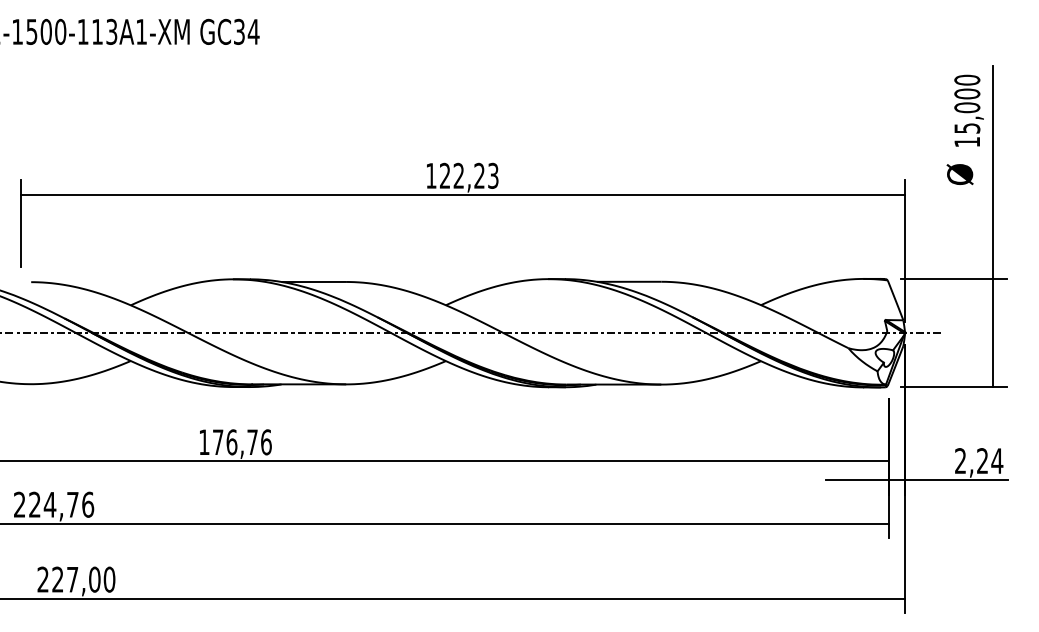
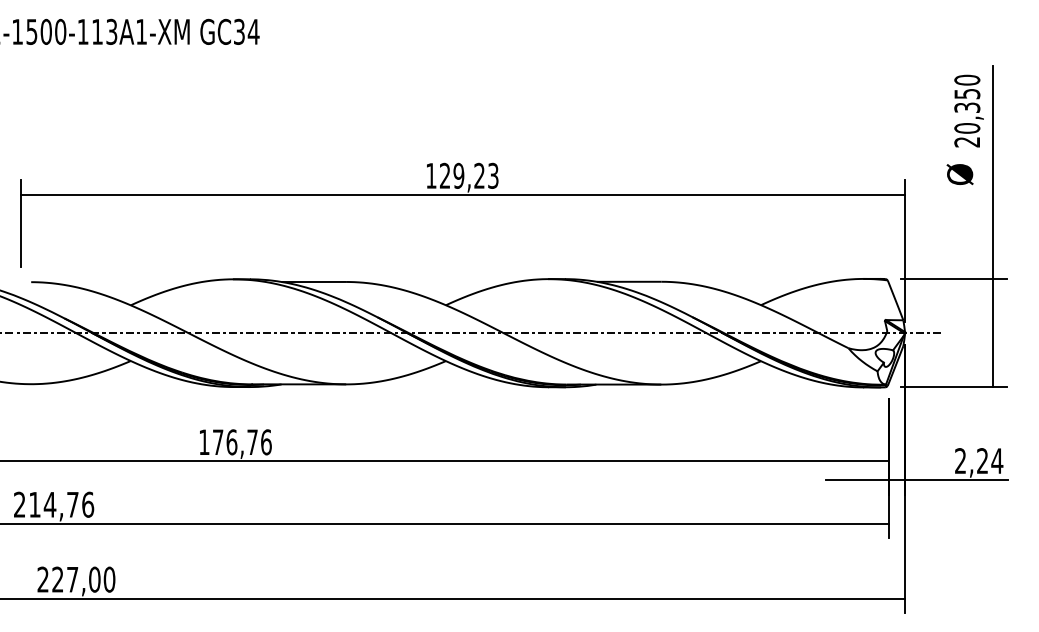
text at (967, 117): 15,000 -> 20,350
text at (458, 175): 122,23 -> 129,23
text at (34, 504): 224,76 -> 214,76
